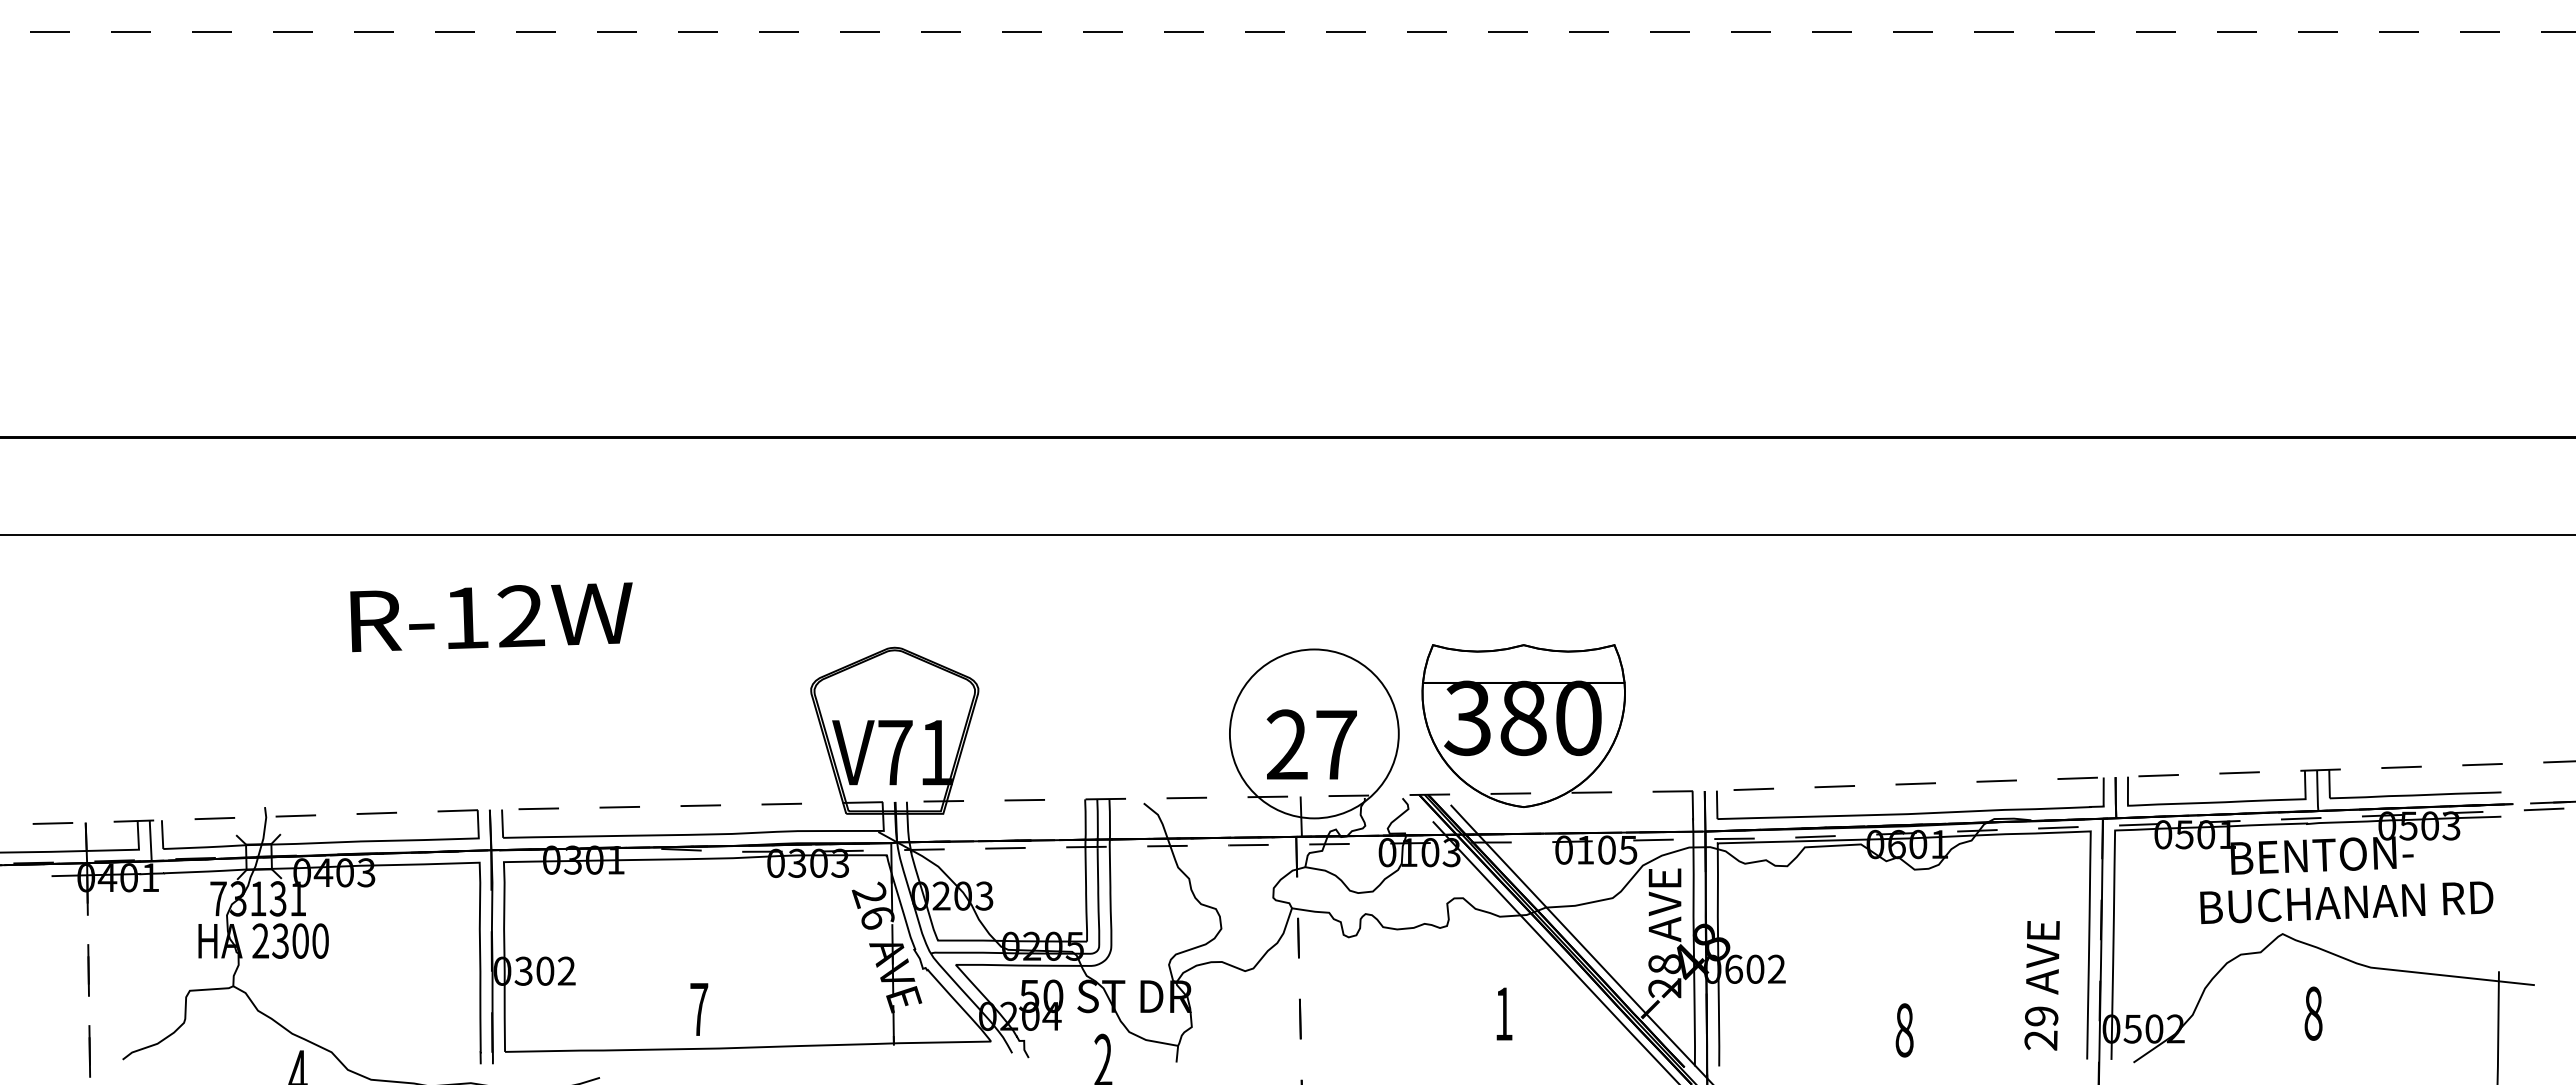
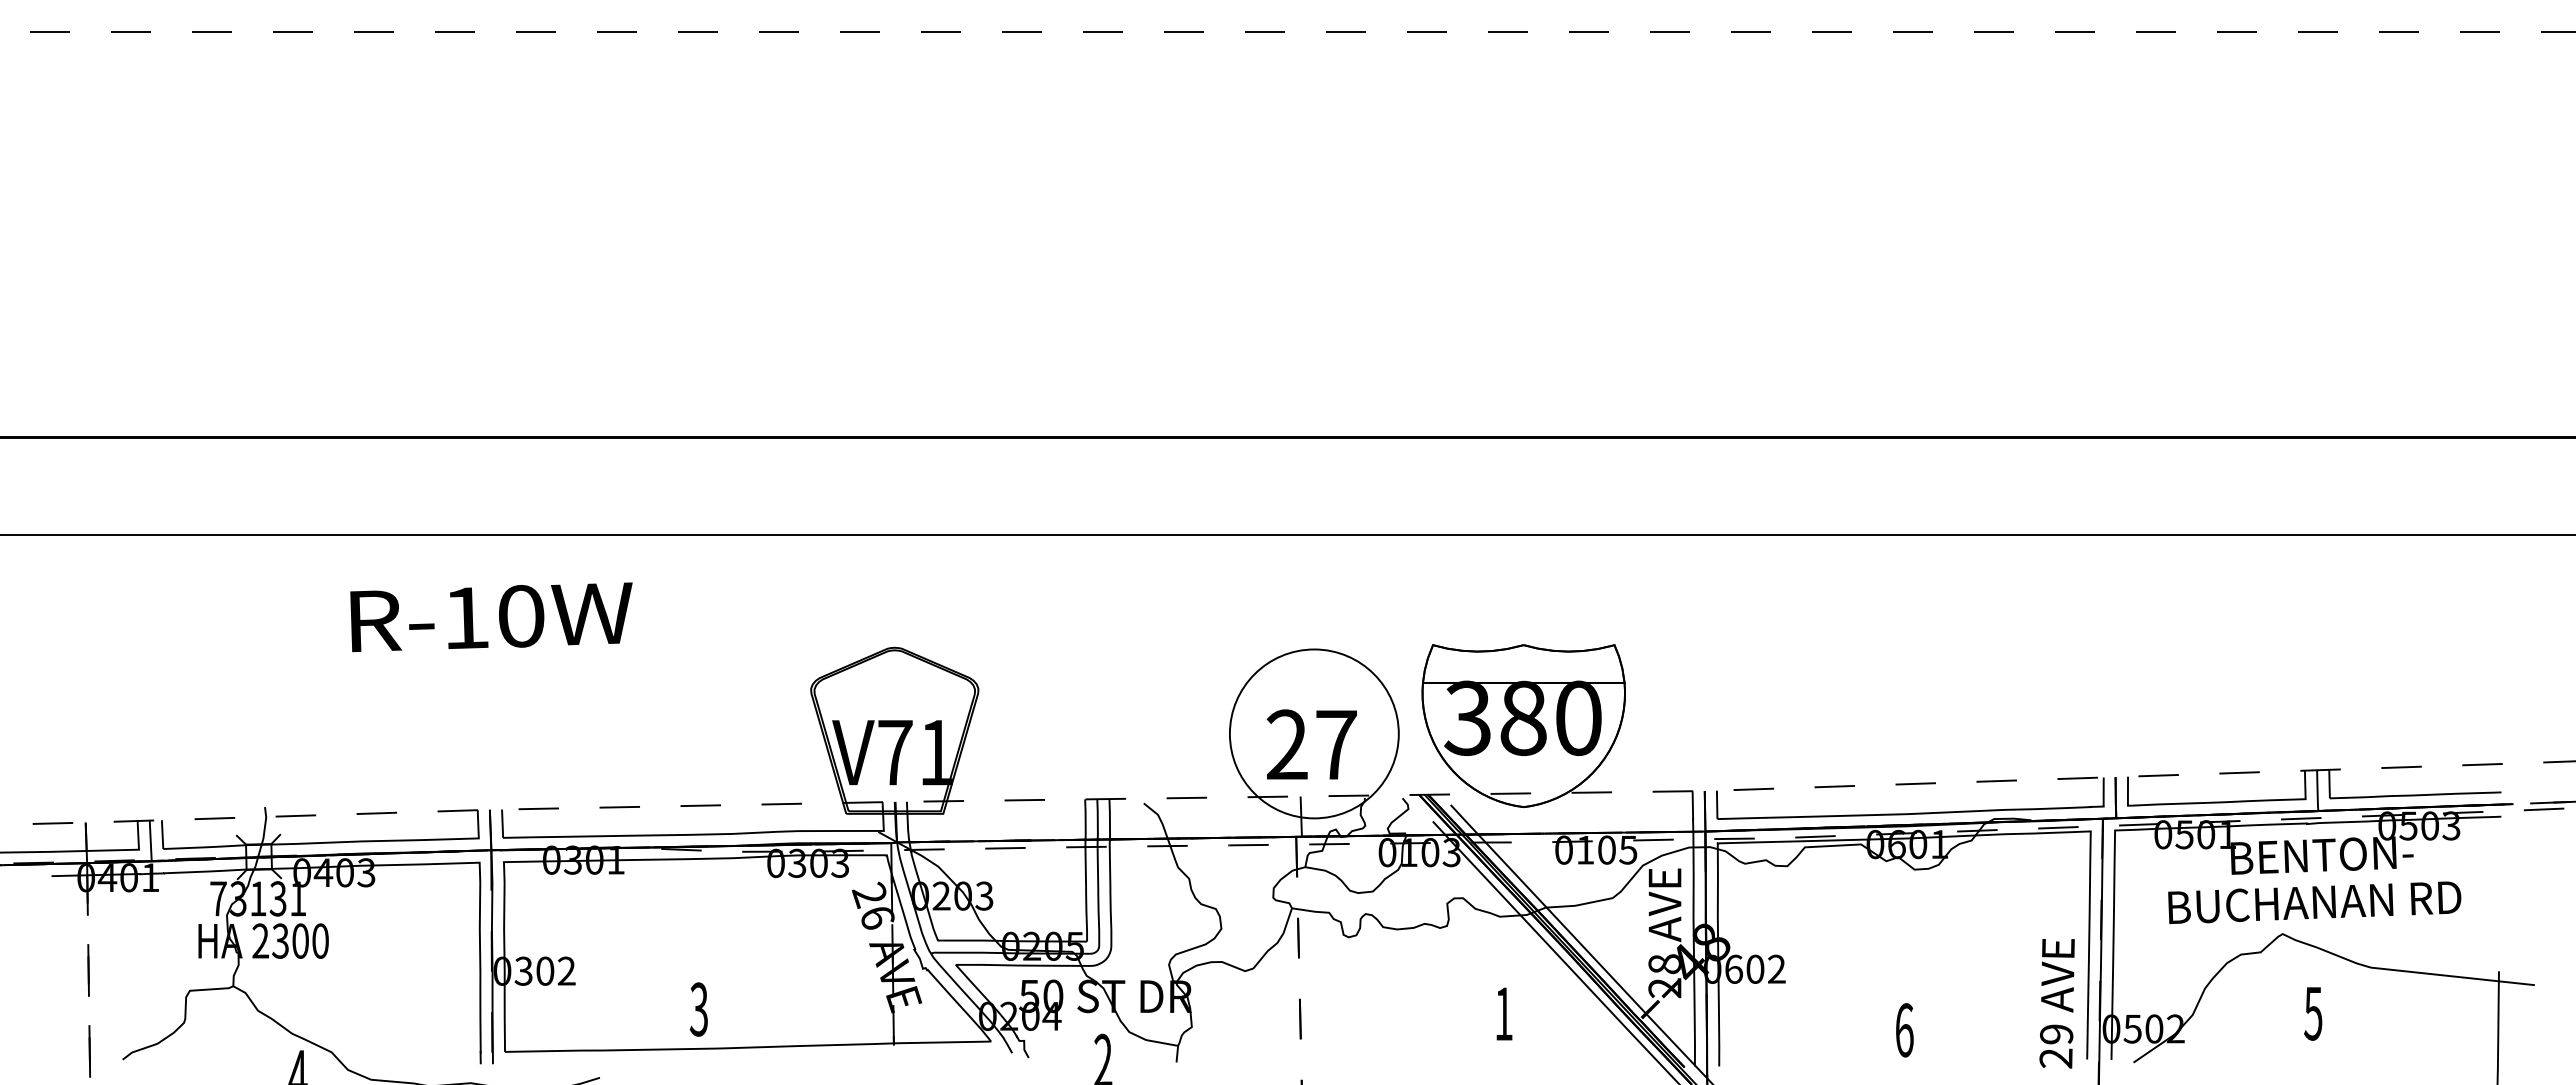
text at (521, 616): R-12W -> R-10W
text at (2346, 902) position: (2346, 902) -> (2314, 902)
text at (2041, 985) position: (2041, 985) -> (2056, 1003)
text at (698, 1009): 7 -> 3
text at (2313, 1013): 8 -> 5
text at (1904, 1030): 8 -> 6
